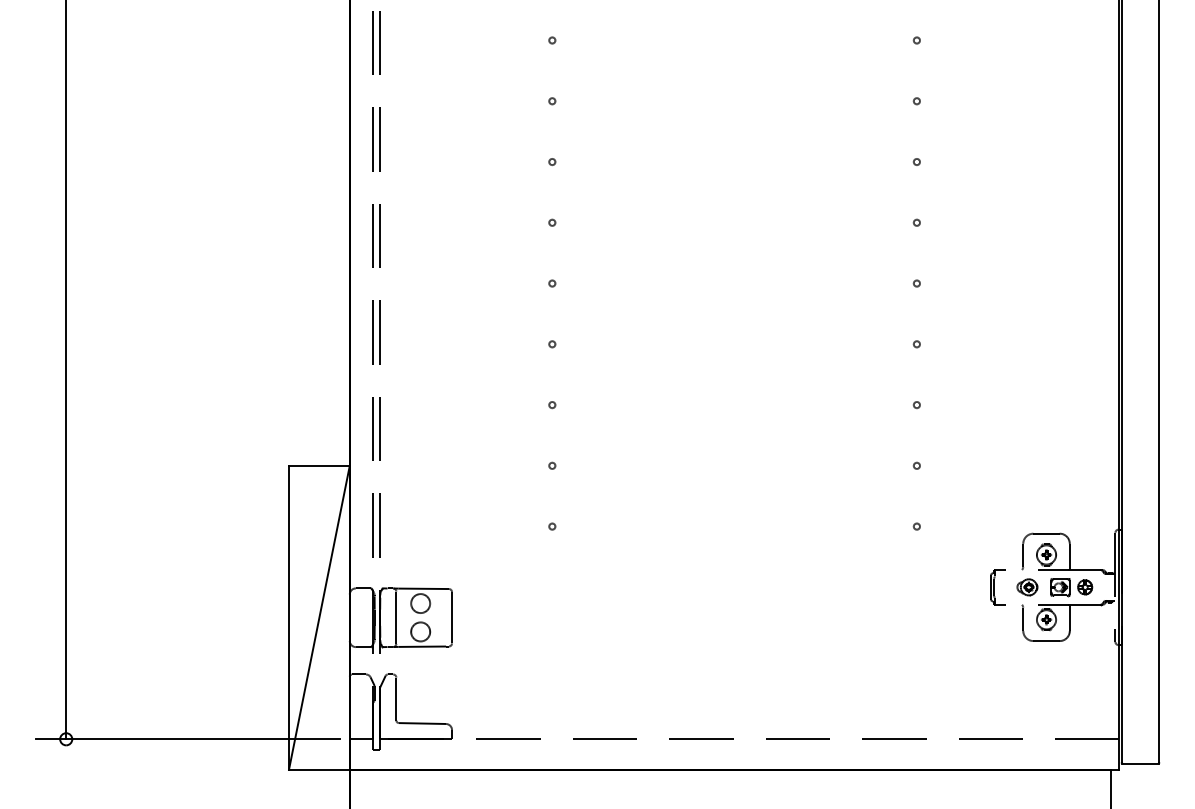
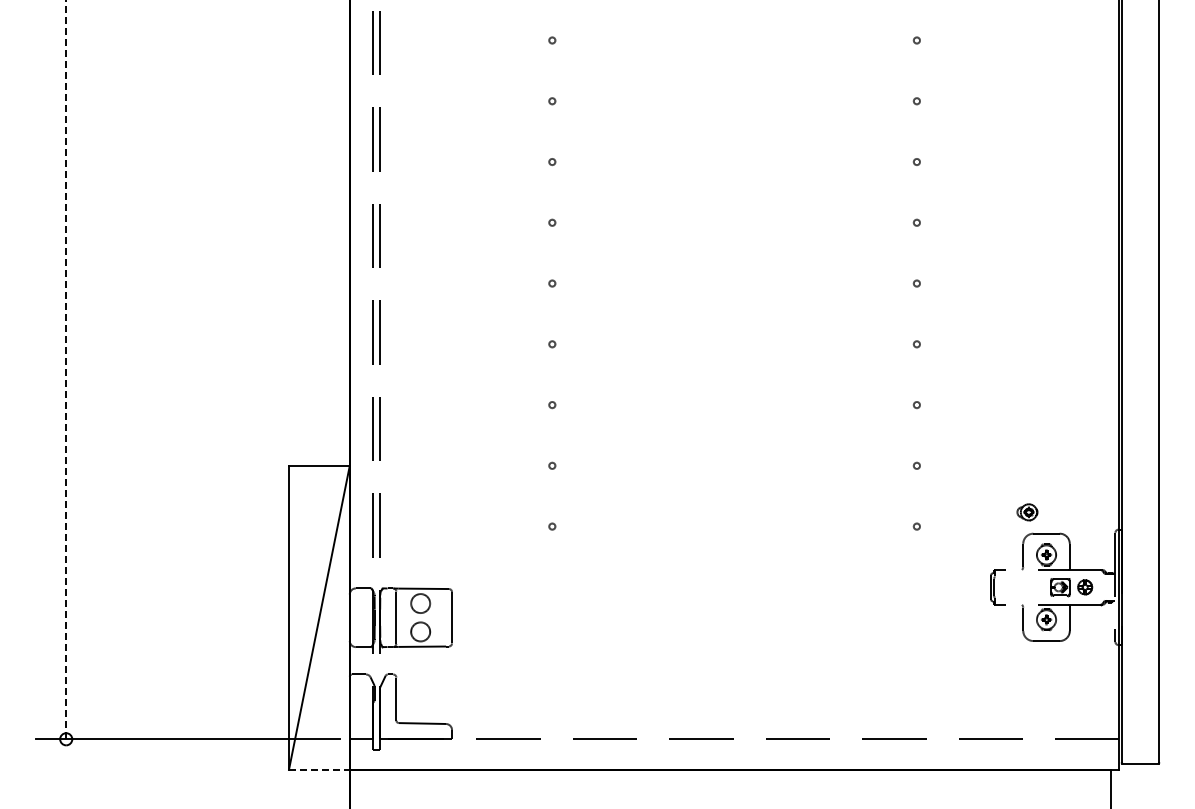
line at (66, 369): solid -> dashed
part at (1027, 587) position: (1027, 587) -> (1027, 512)
line at (319, 769): solid -> dashed
